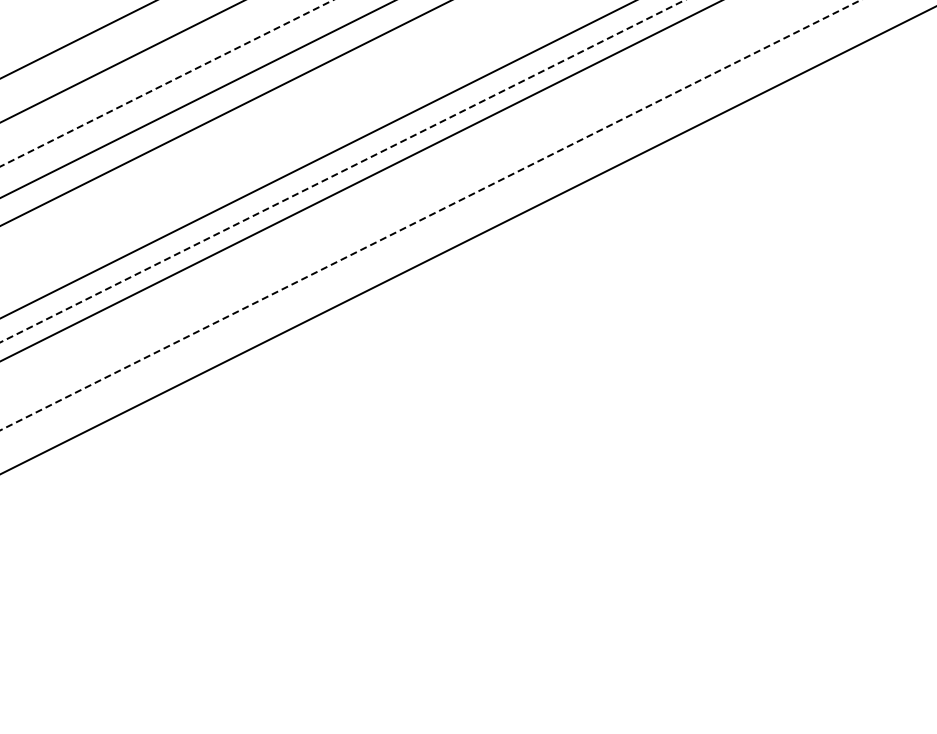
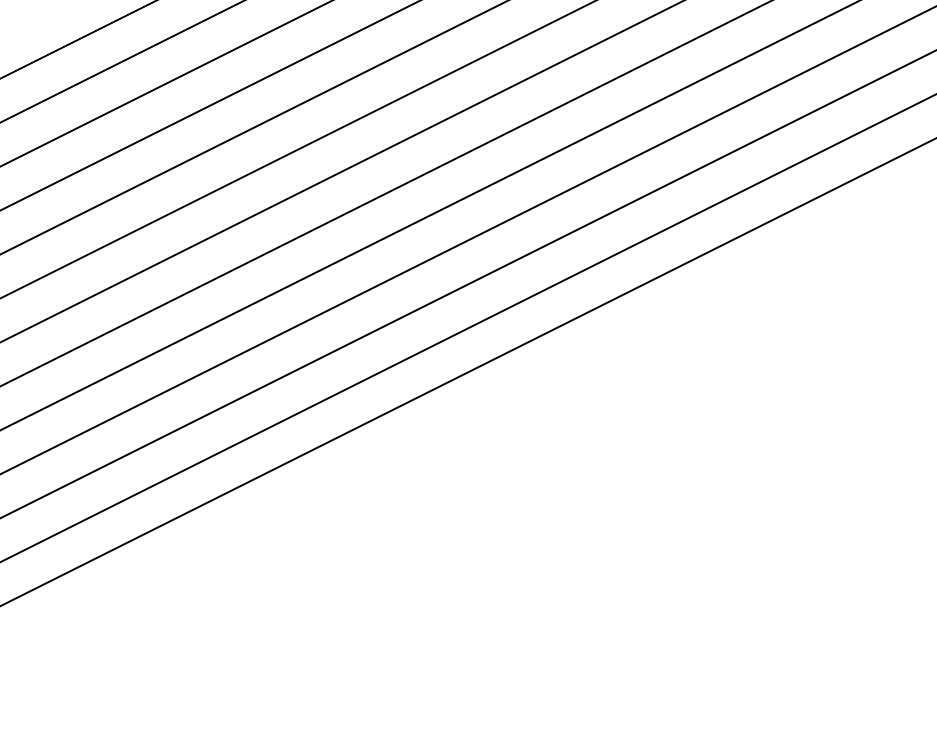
line at (166, 83): dashed -> solid
line at (197, 99) position: (197, 99) -> (209, 105)
line at (225, 113) position: (225, 113) -> (253, 127)
line at (317, 159) position: (317, 159) -> (297, 149)
line at (343, 171): dashed -> solid
line at (360, 181) position: (360, 181) -> (385, 193)
line at (431, 215): dashed -> solid
line at (467, 284): none -> present
line at (467, 328): none -> present
line at (467, 372): none -> present
